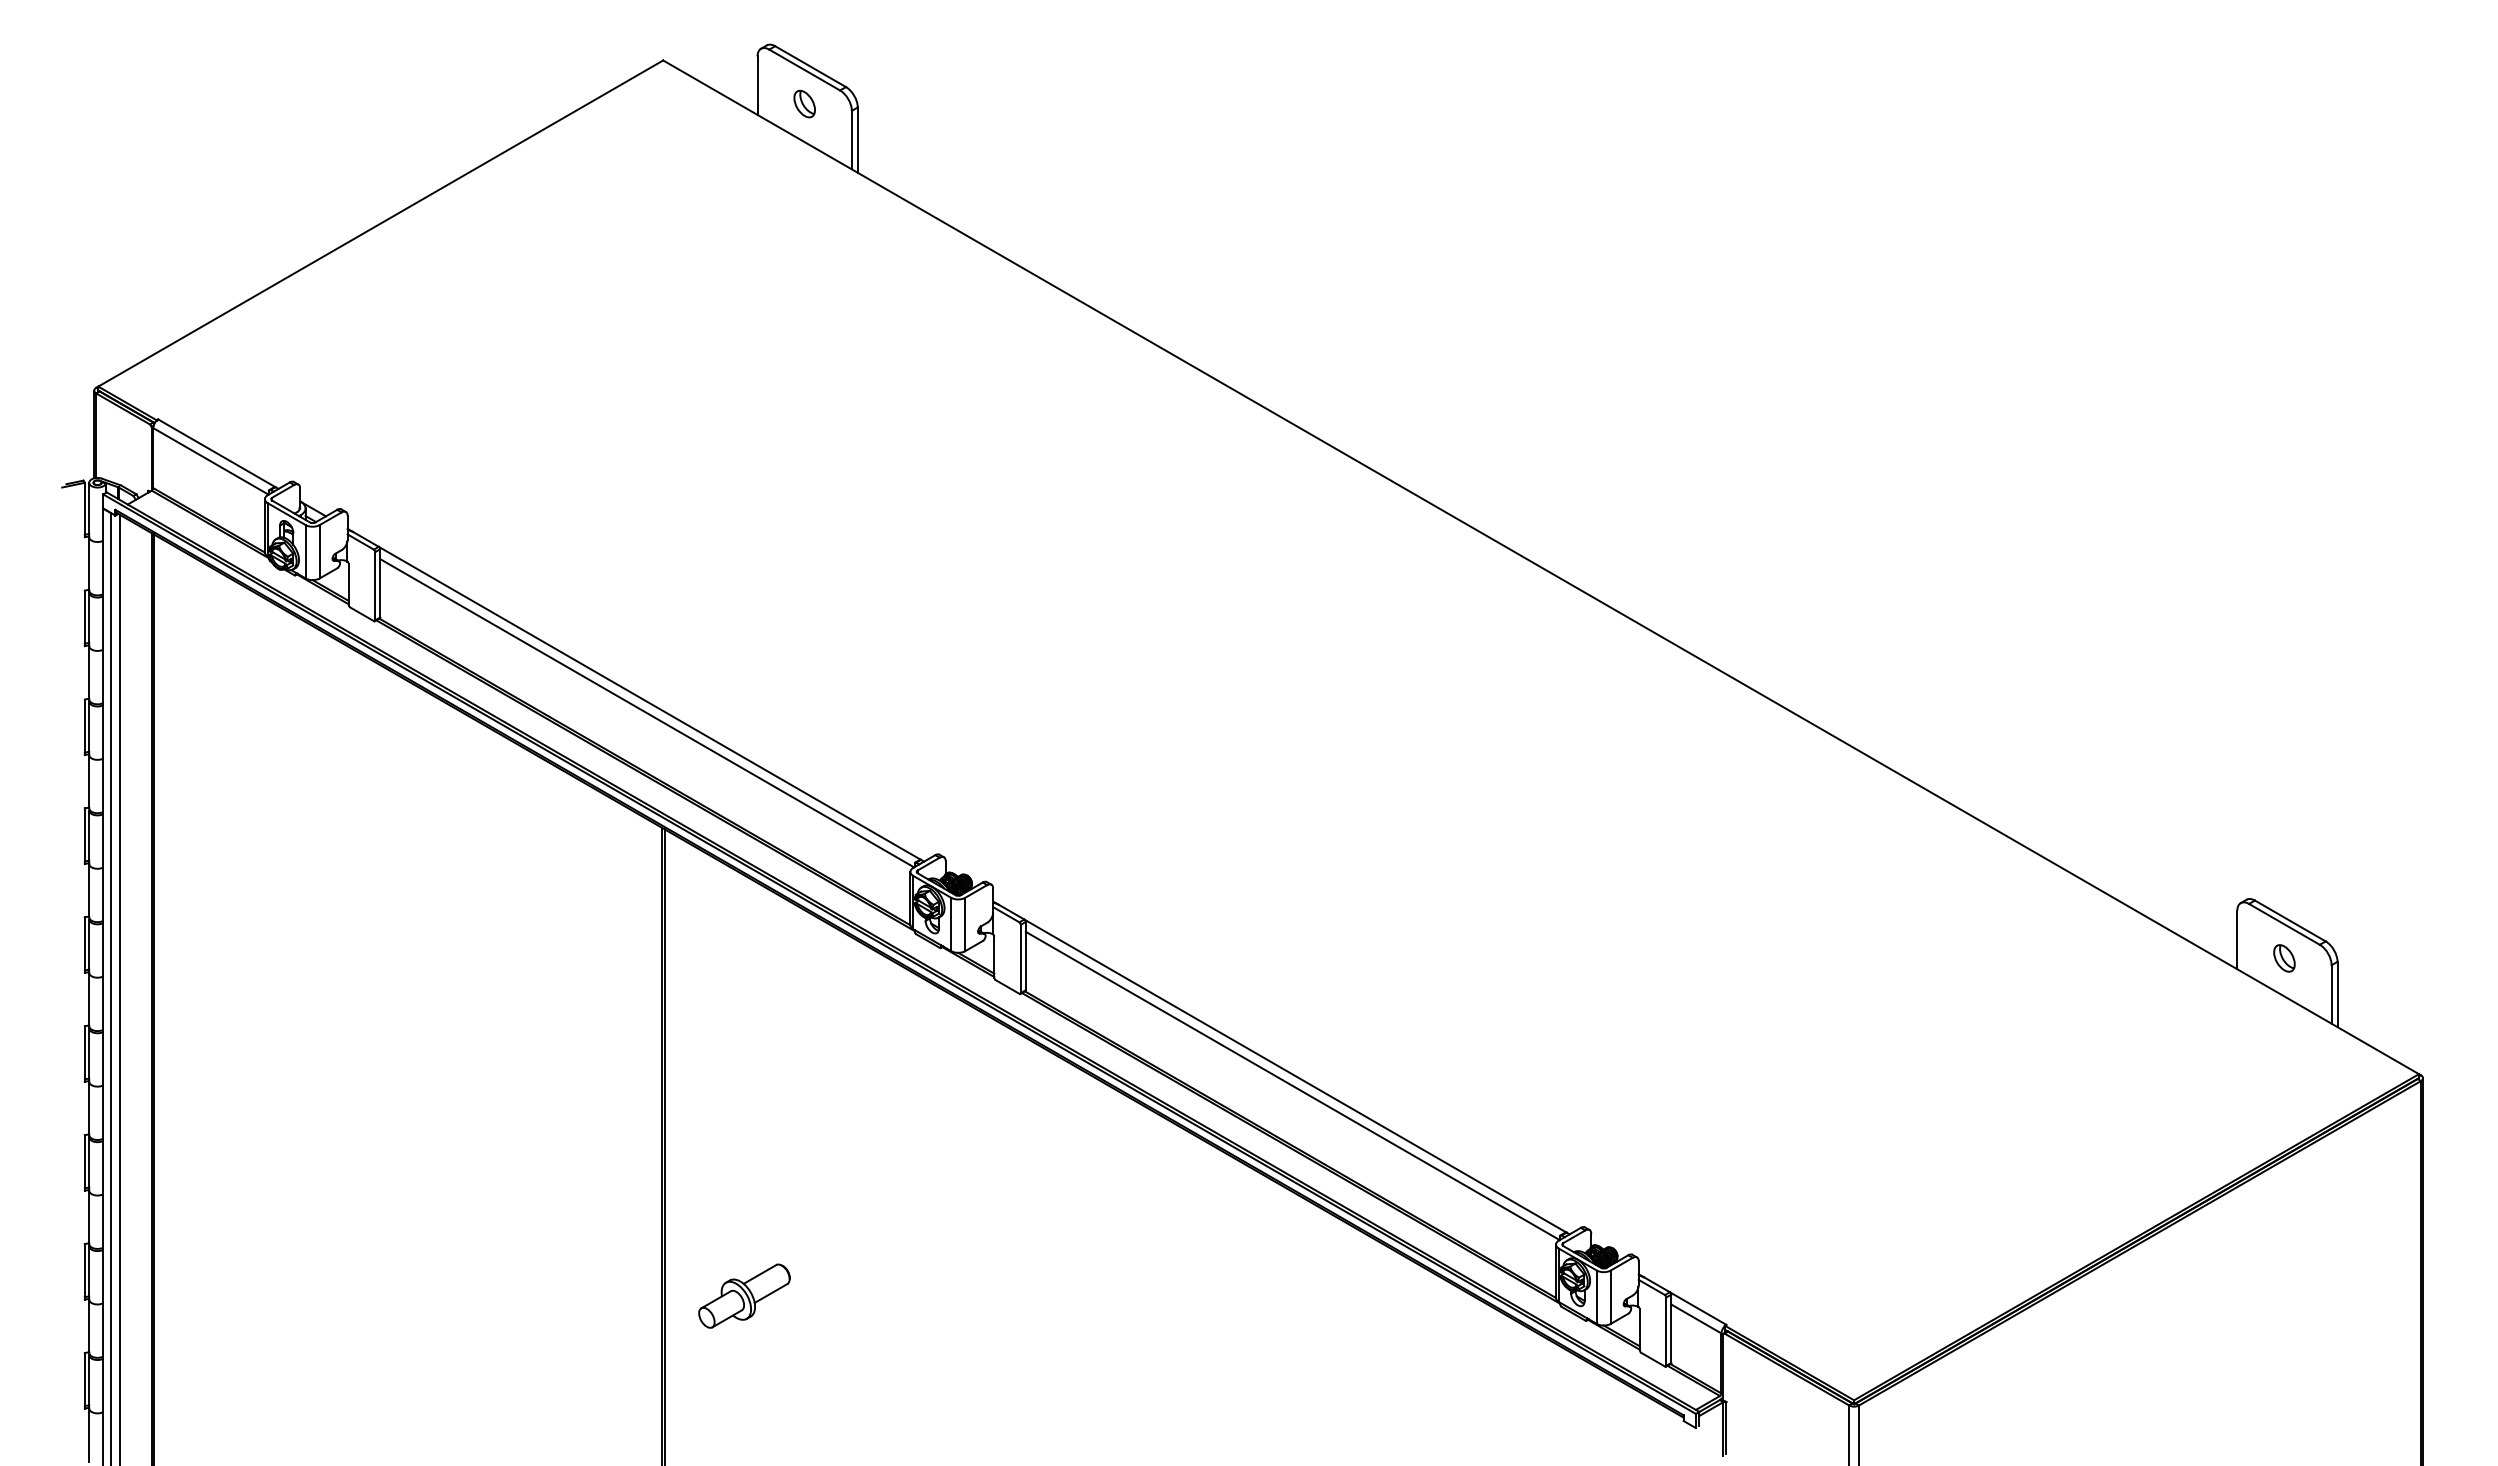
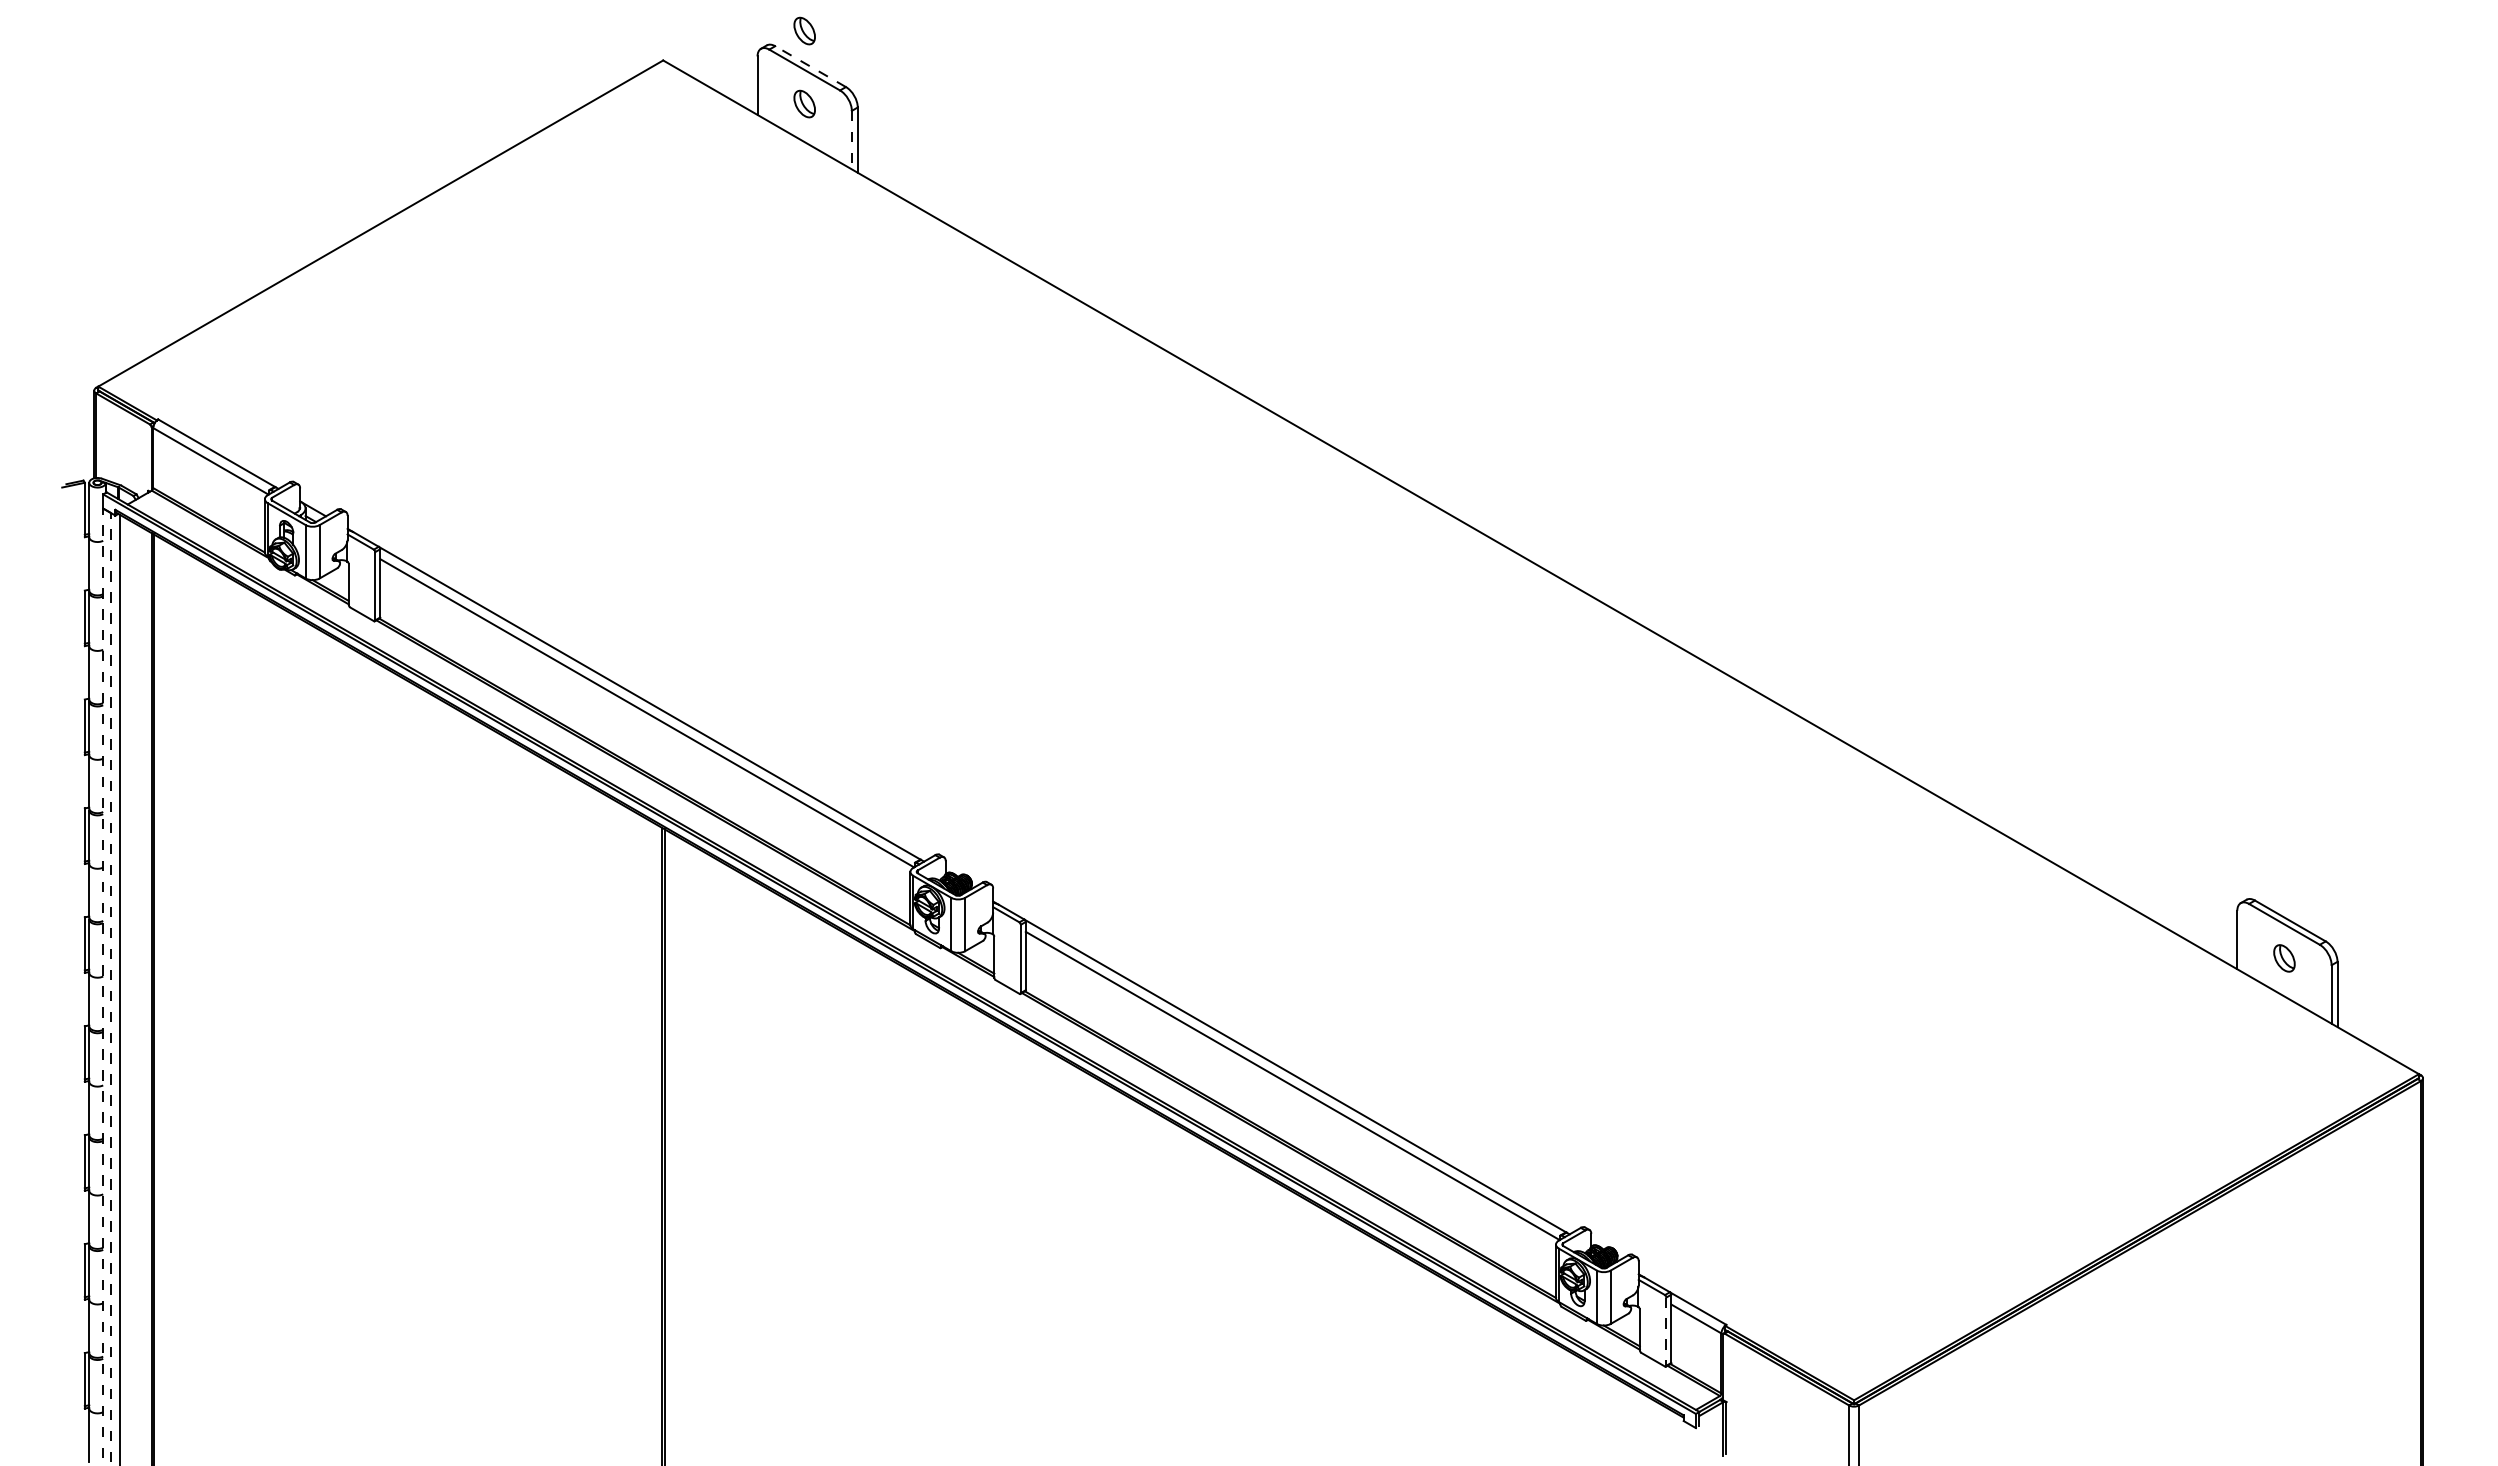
part at (804, 30): none -> present
line at (810, 66): solid -> dashed
line at (851, 140): solid -> dashed
line at (103, 986): solid -> dashed
line at (110, 988): solid -> dashed
part at (744, 1295): present -> none
line at (1666, 1332): solid -> dashed
